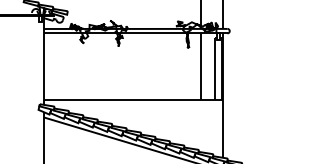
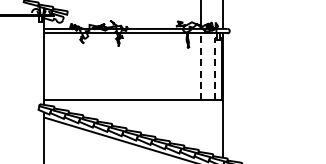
line at (200, 66): solid -> dashed
line at (215, 68): solid -> dashed
